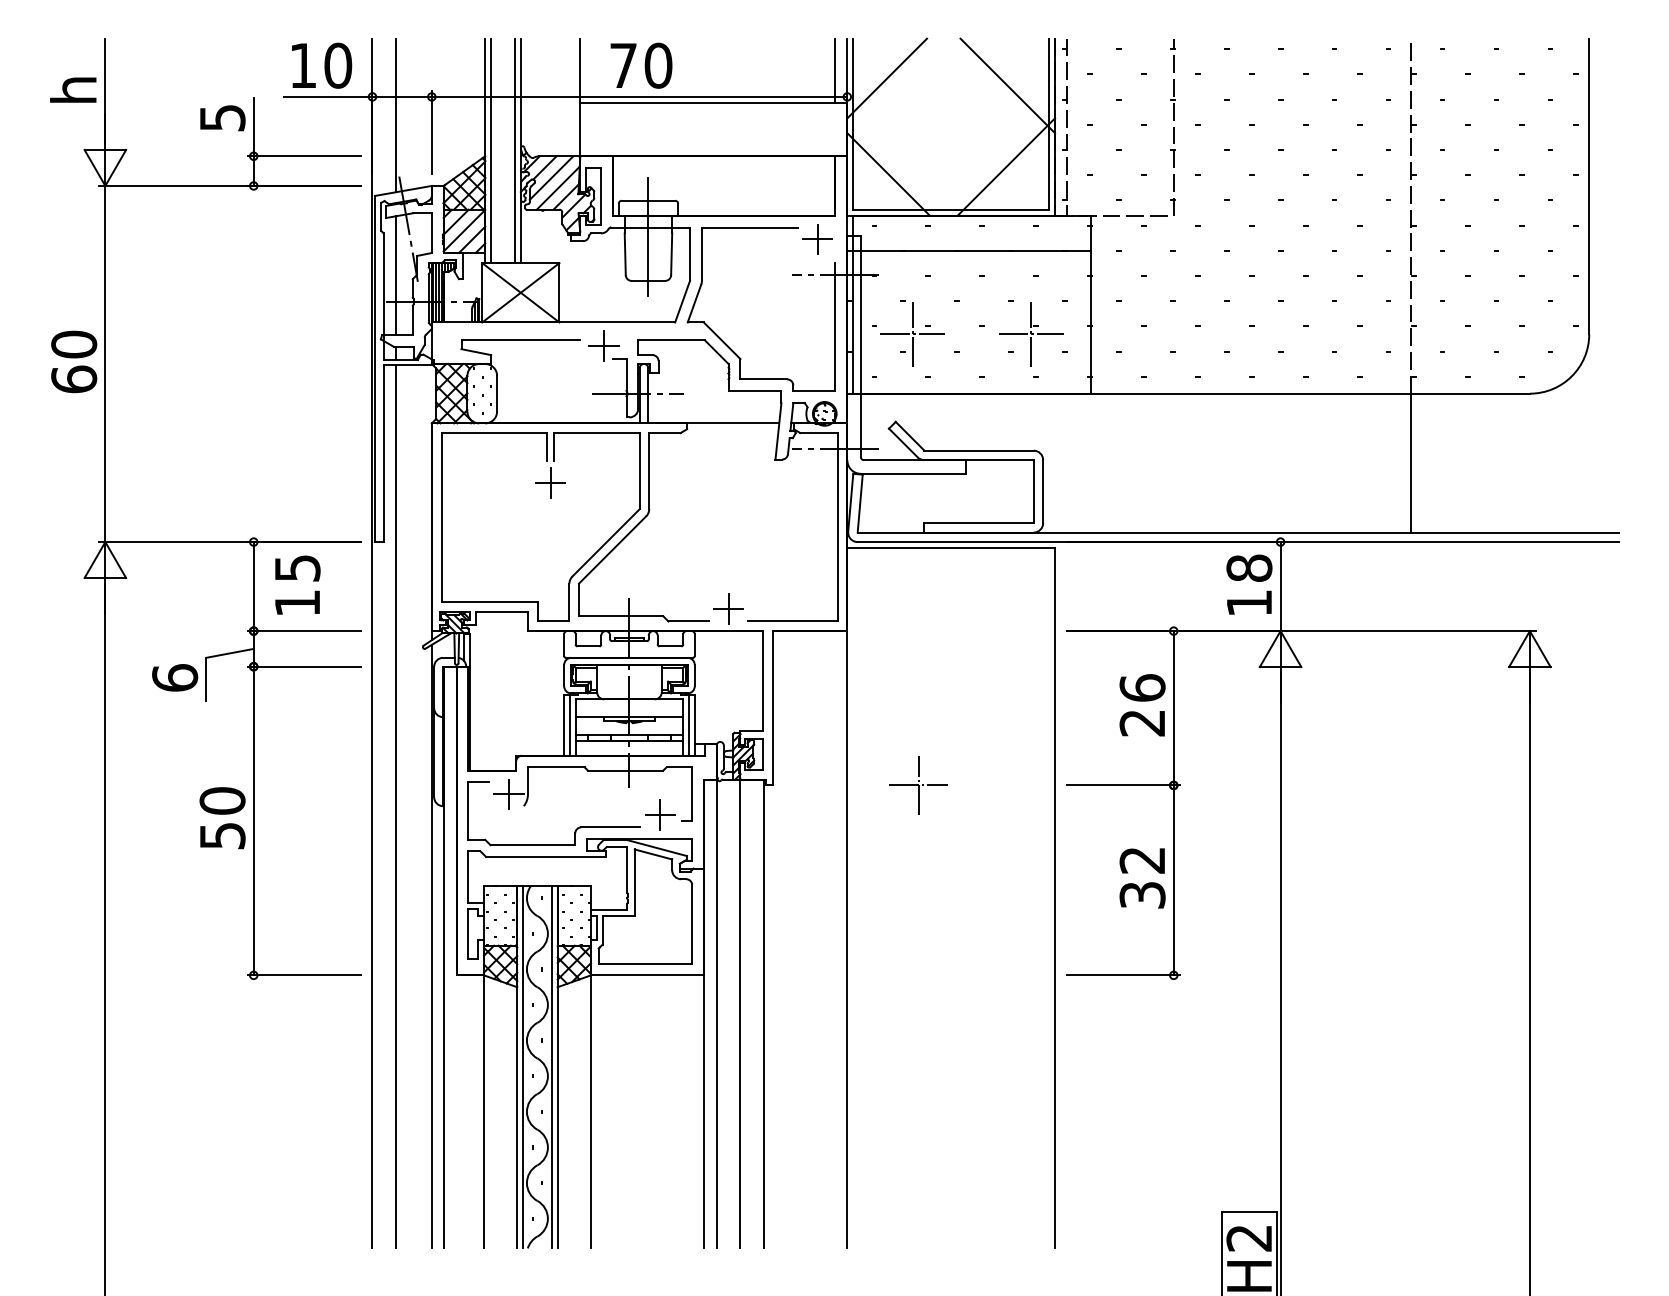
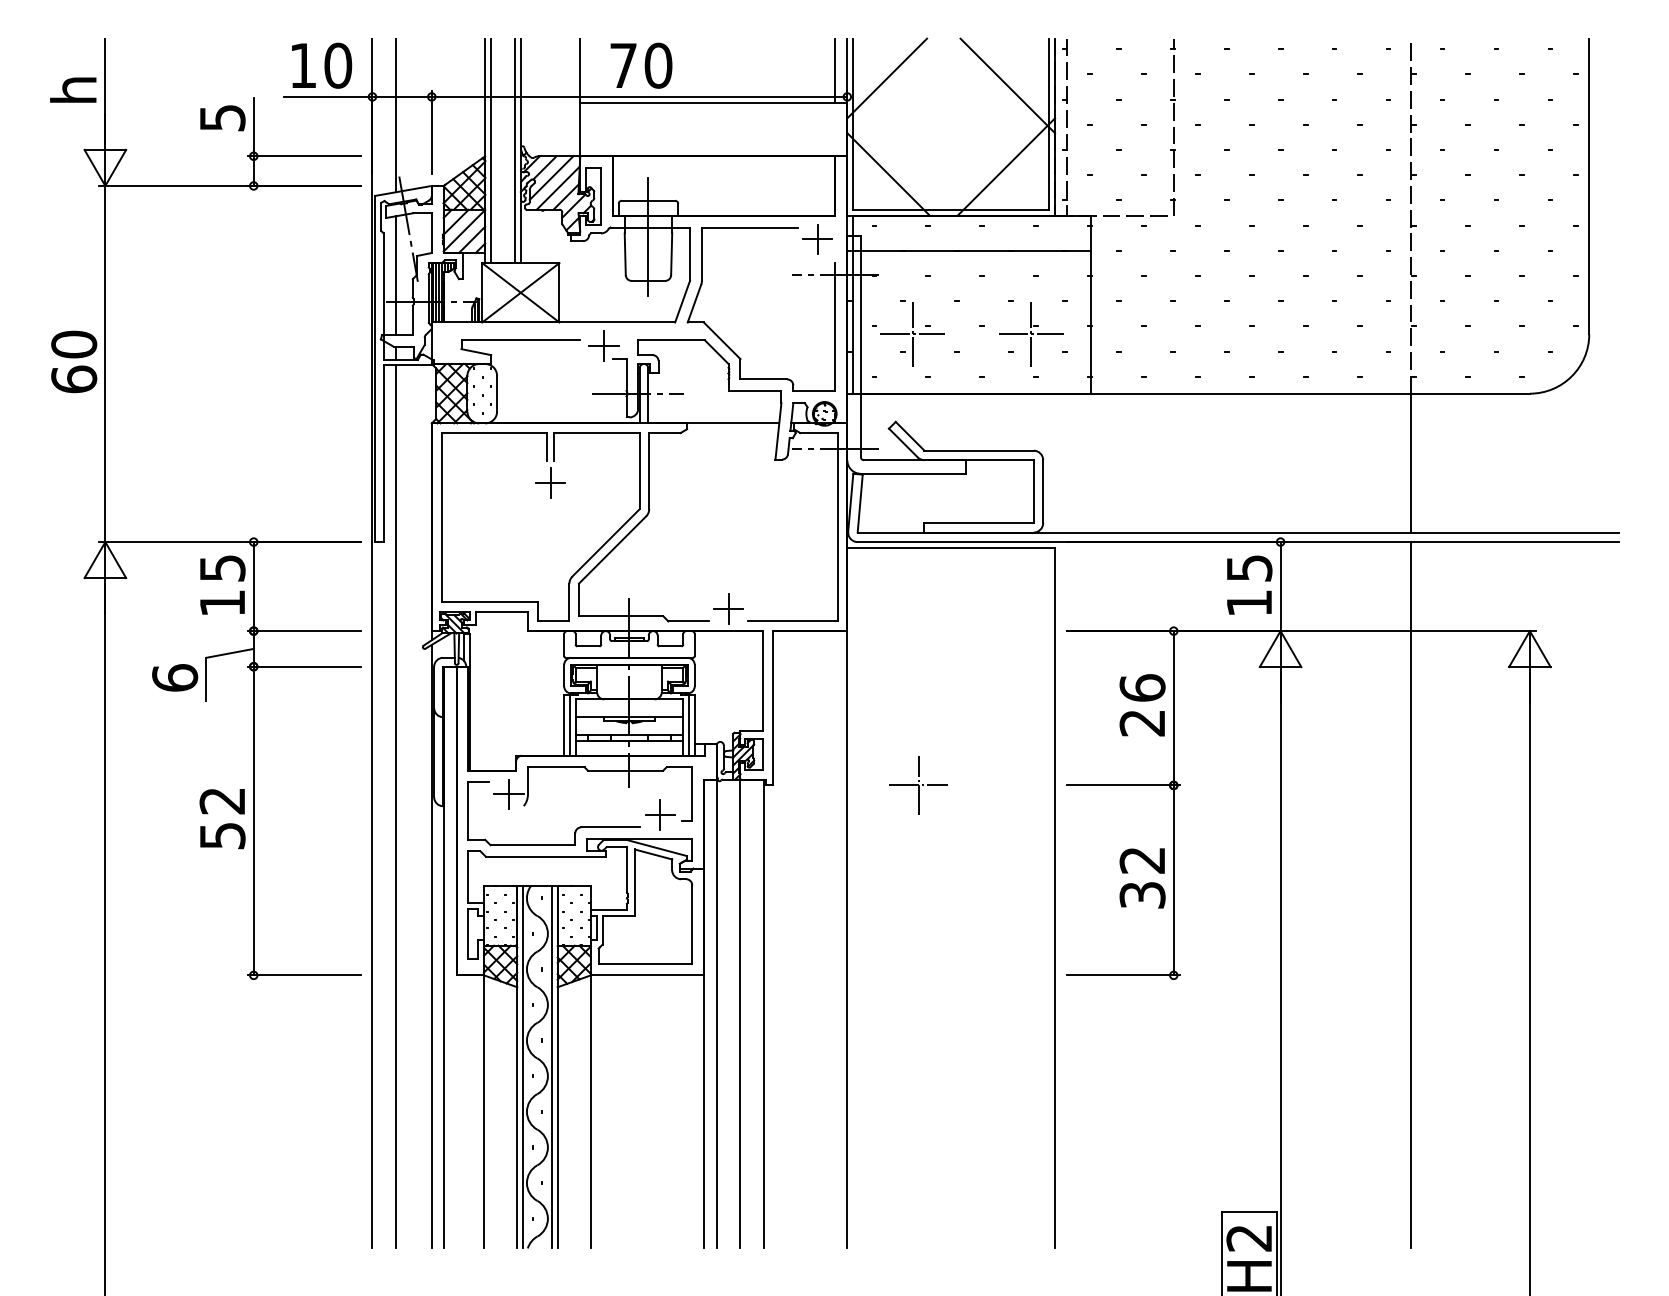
text at (1249, 567): 18 -> 15
text at (297, 584) position: (297, 584) -> (222, 584)
text at (222, 800): 50 -> 52
line at (1411, 895): none -> present
